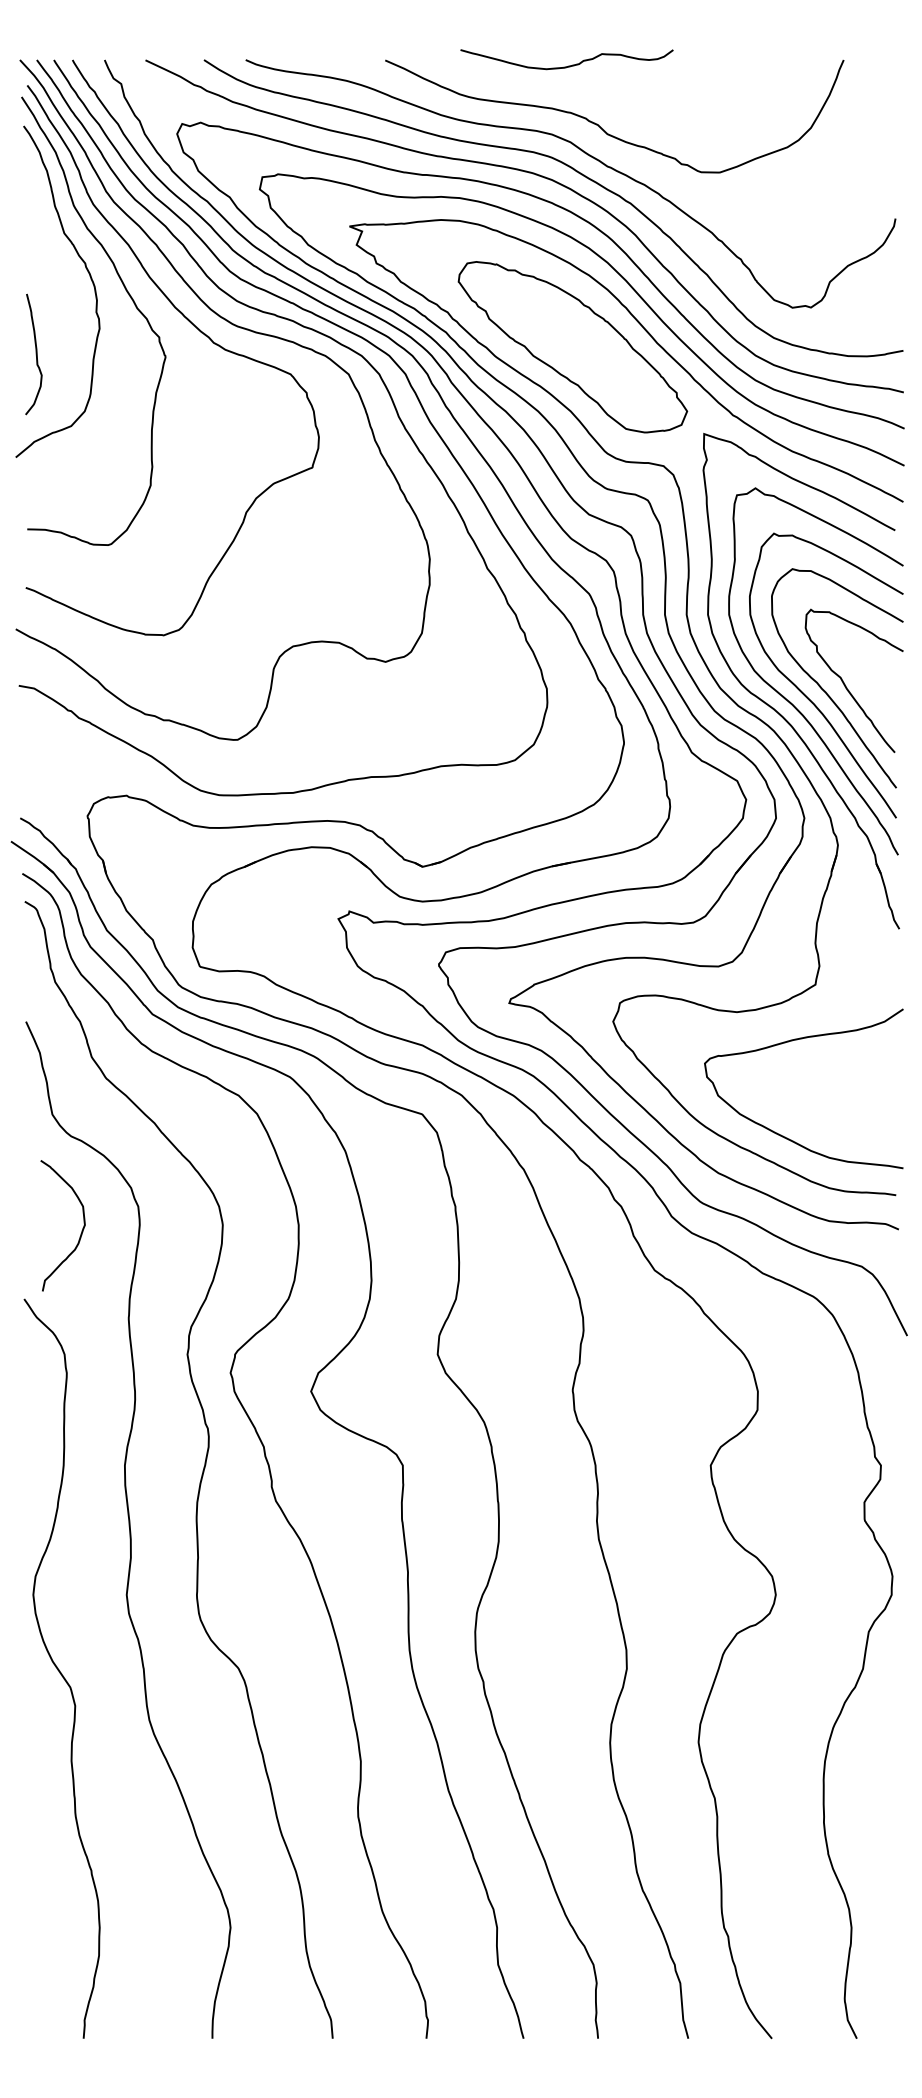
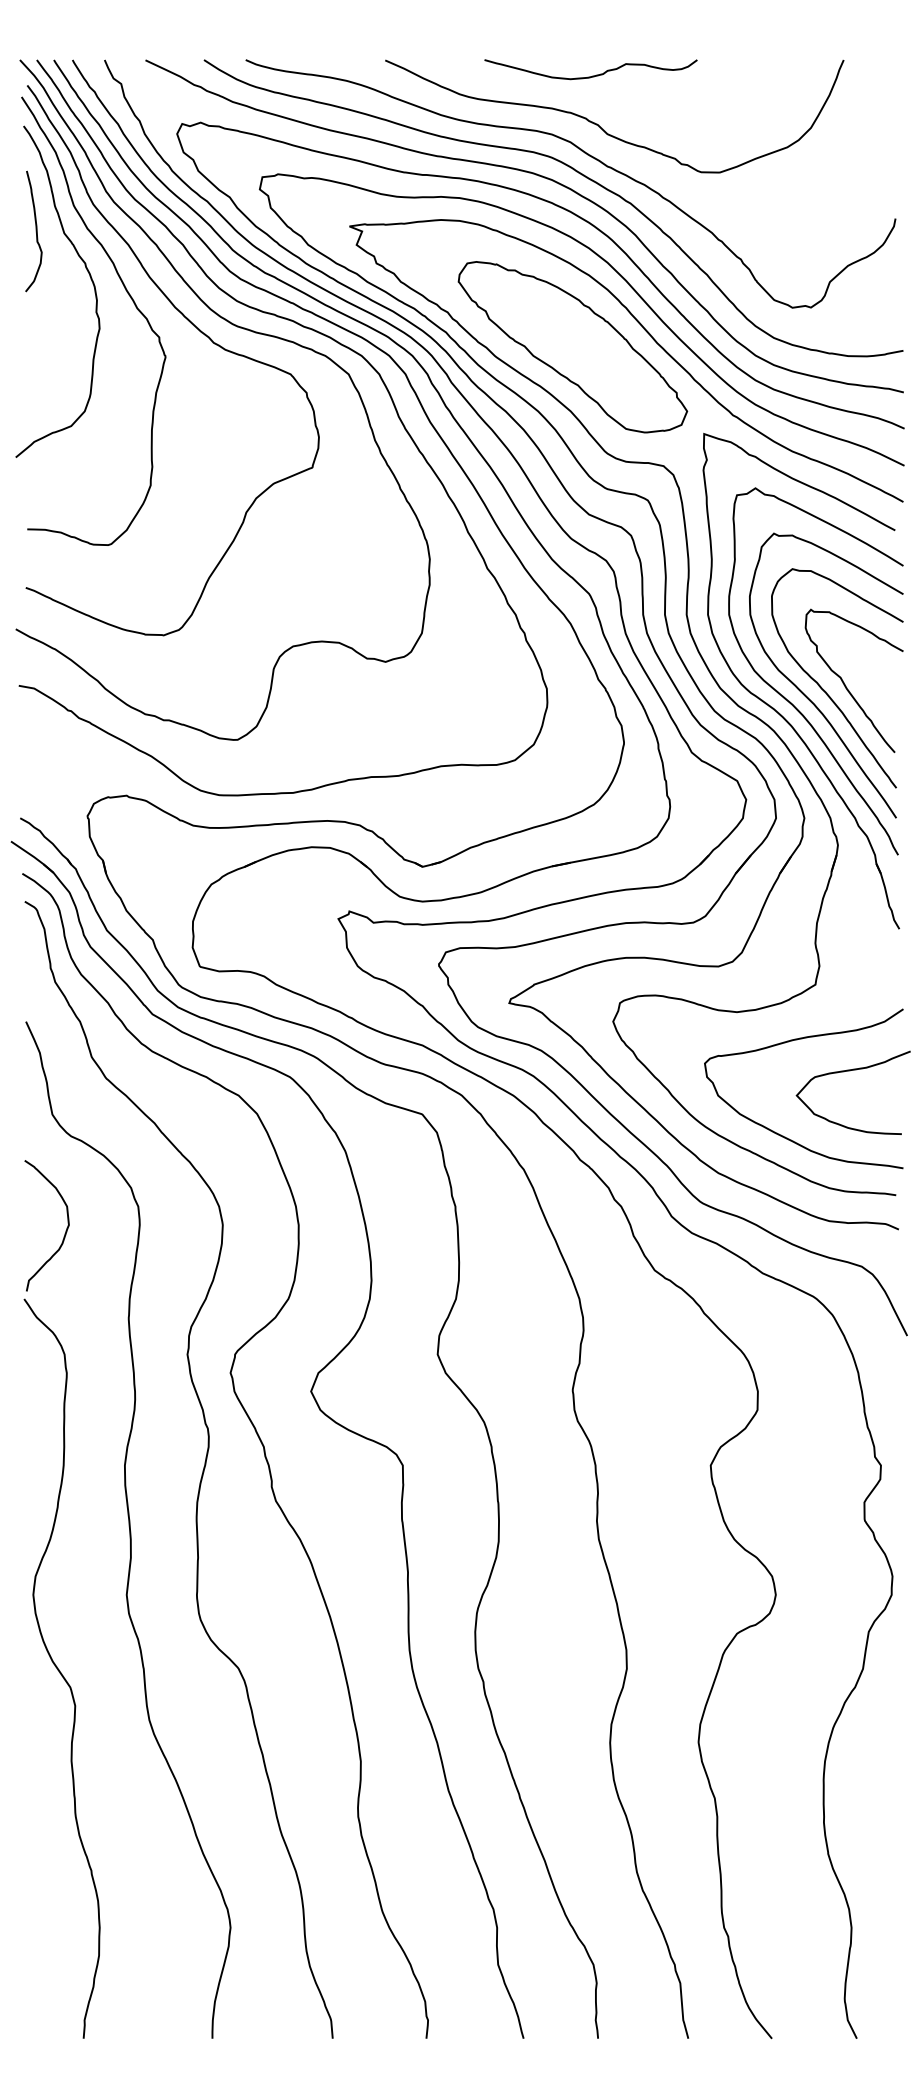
curve at (568, 65) position: (568, 65) -> (592, 75)
curve at (35, 354) position: (35, 354) -> (35, 231)
curve at (850, 1071): none -> present
curve at (81, 1230) position: (81, 1230) -> (65, 1230)
